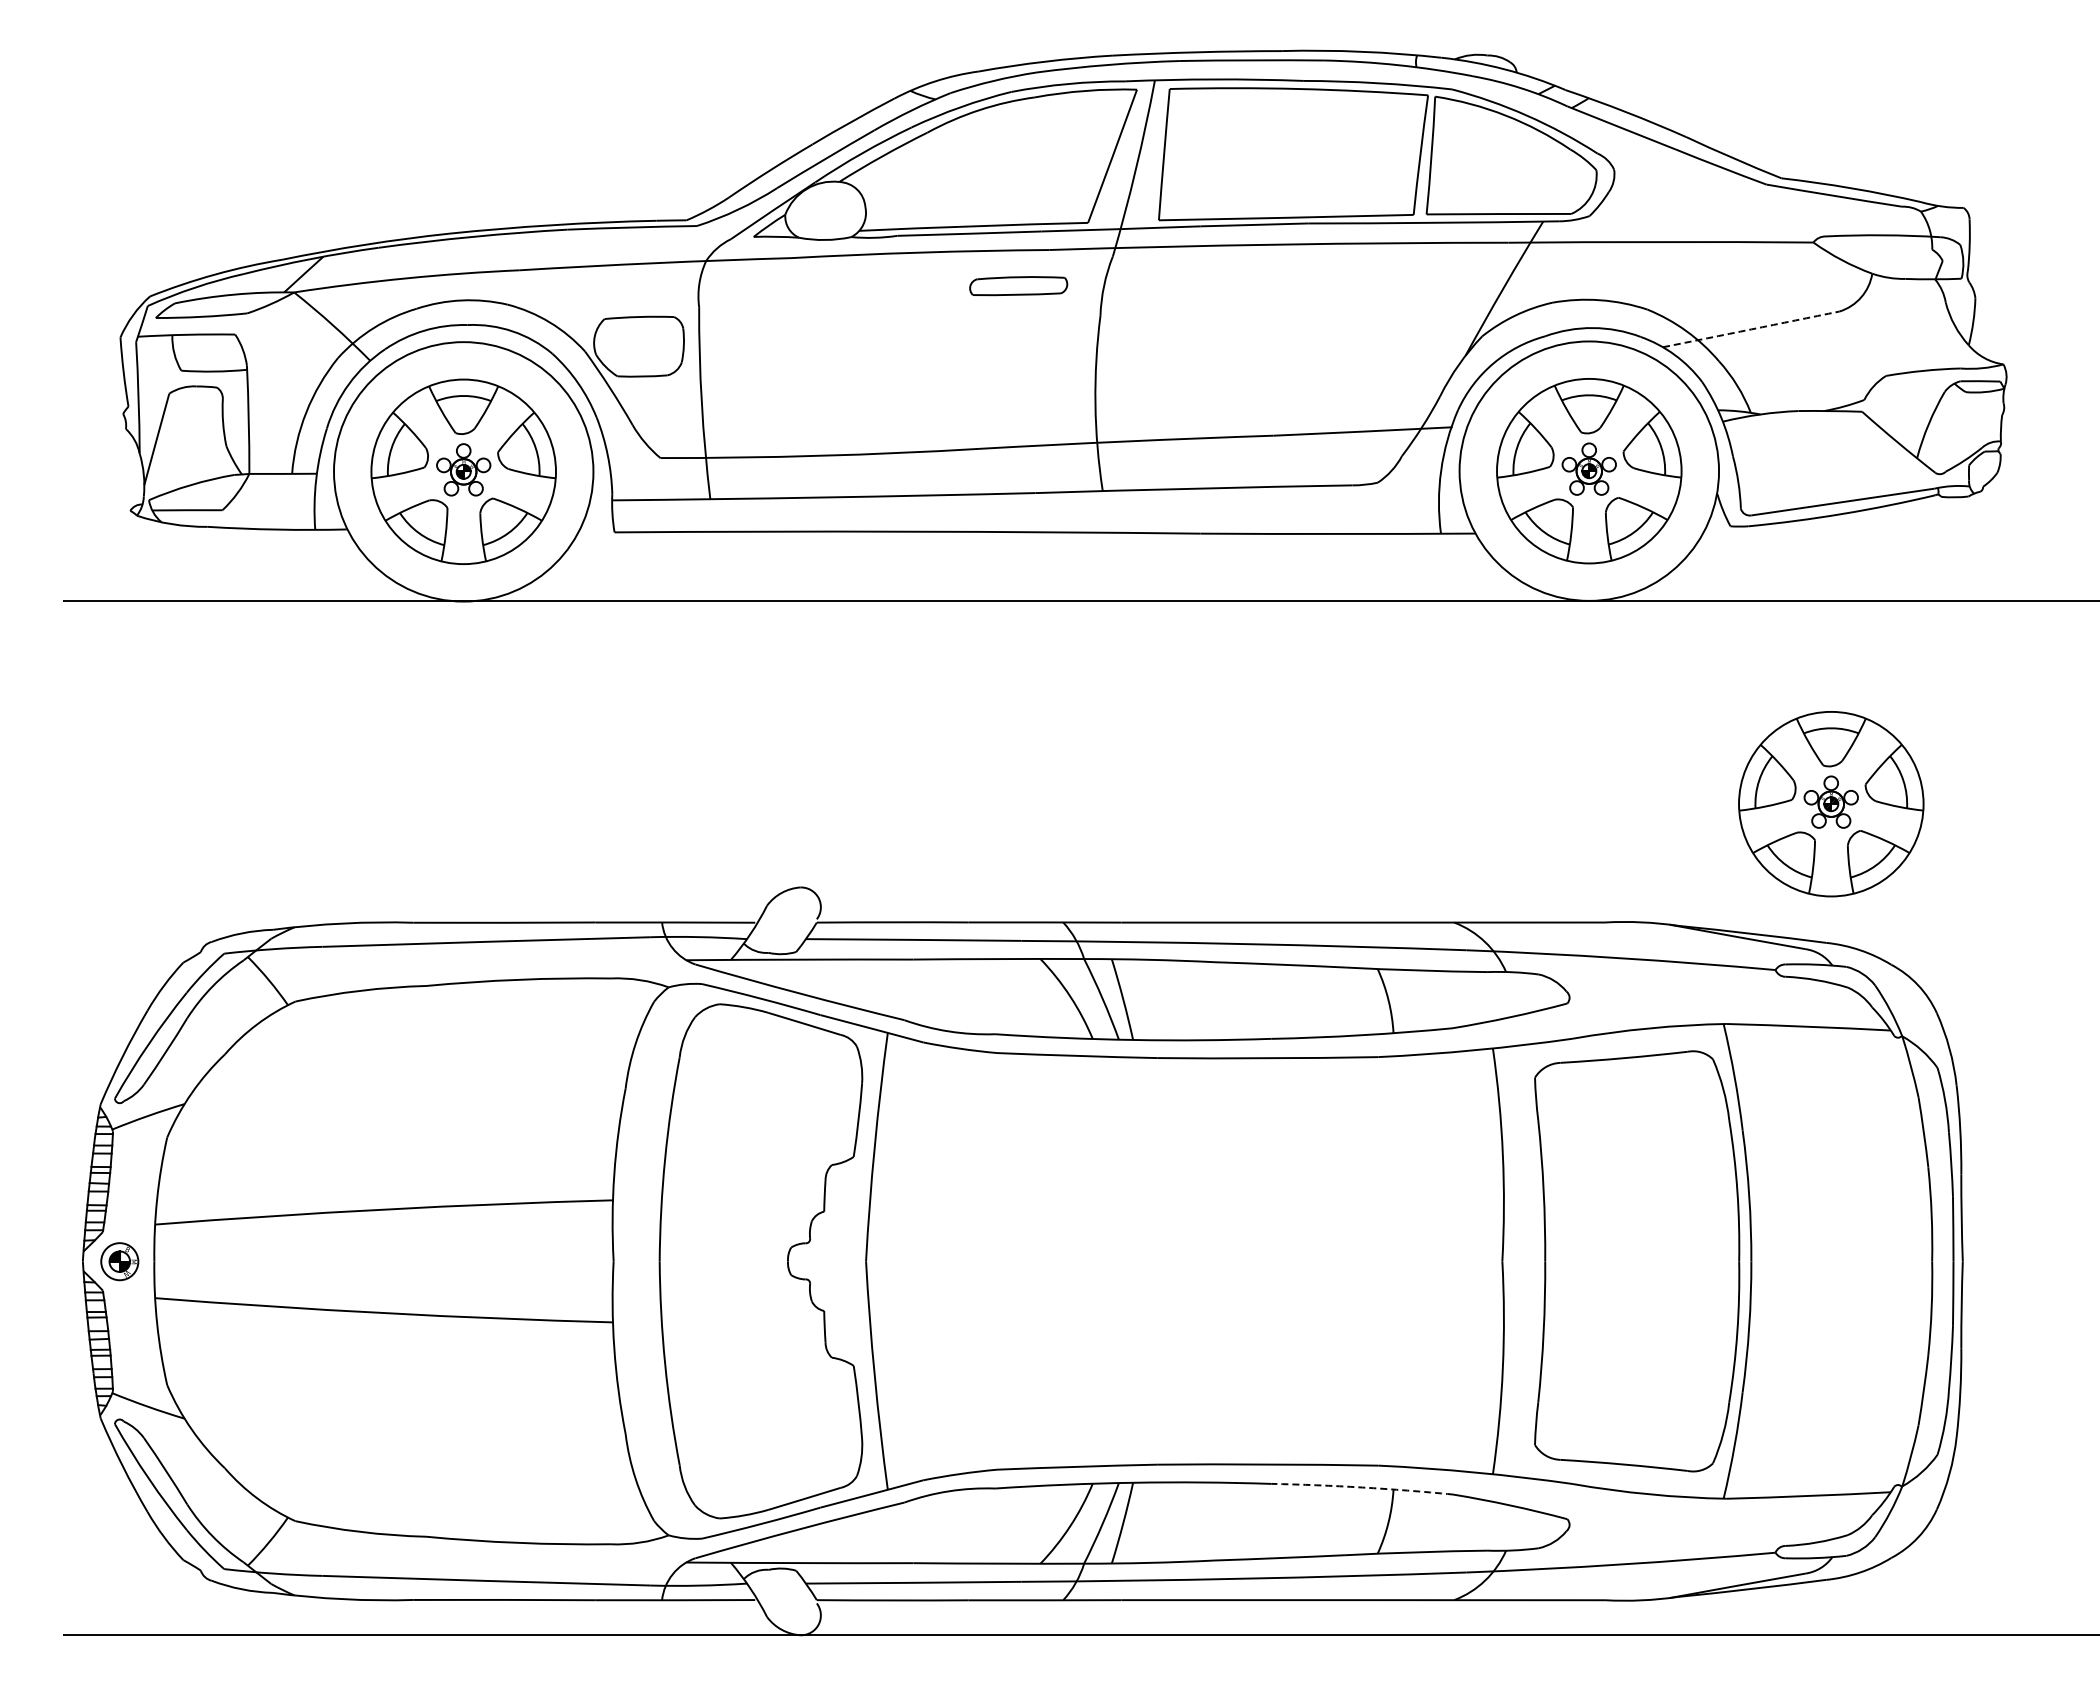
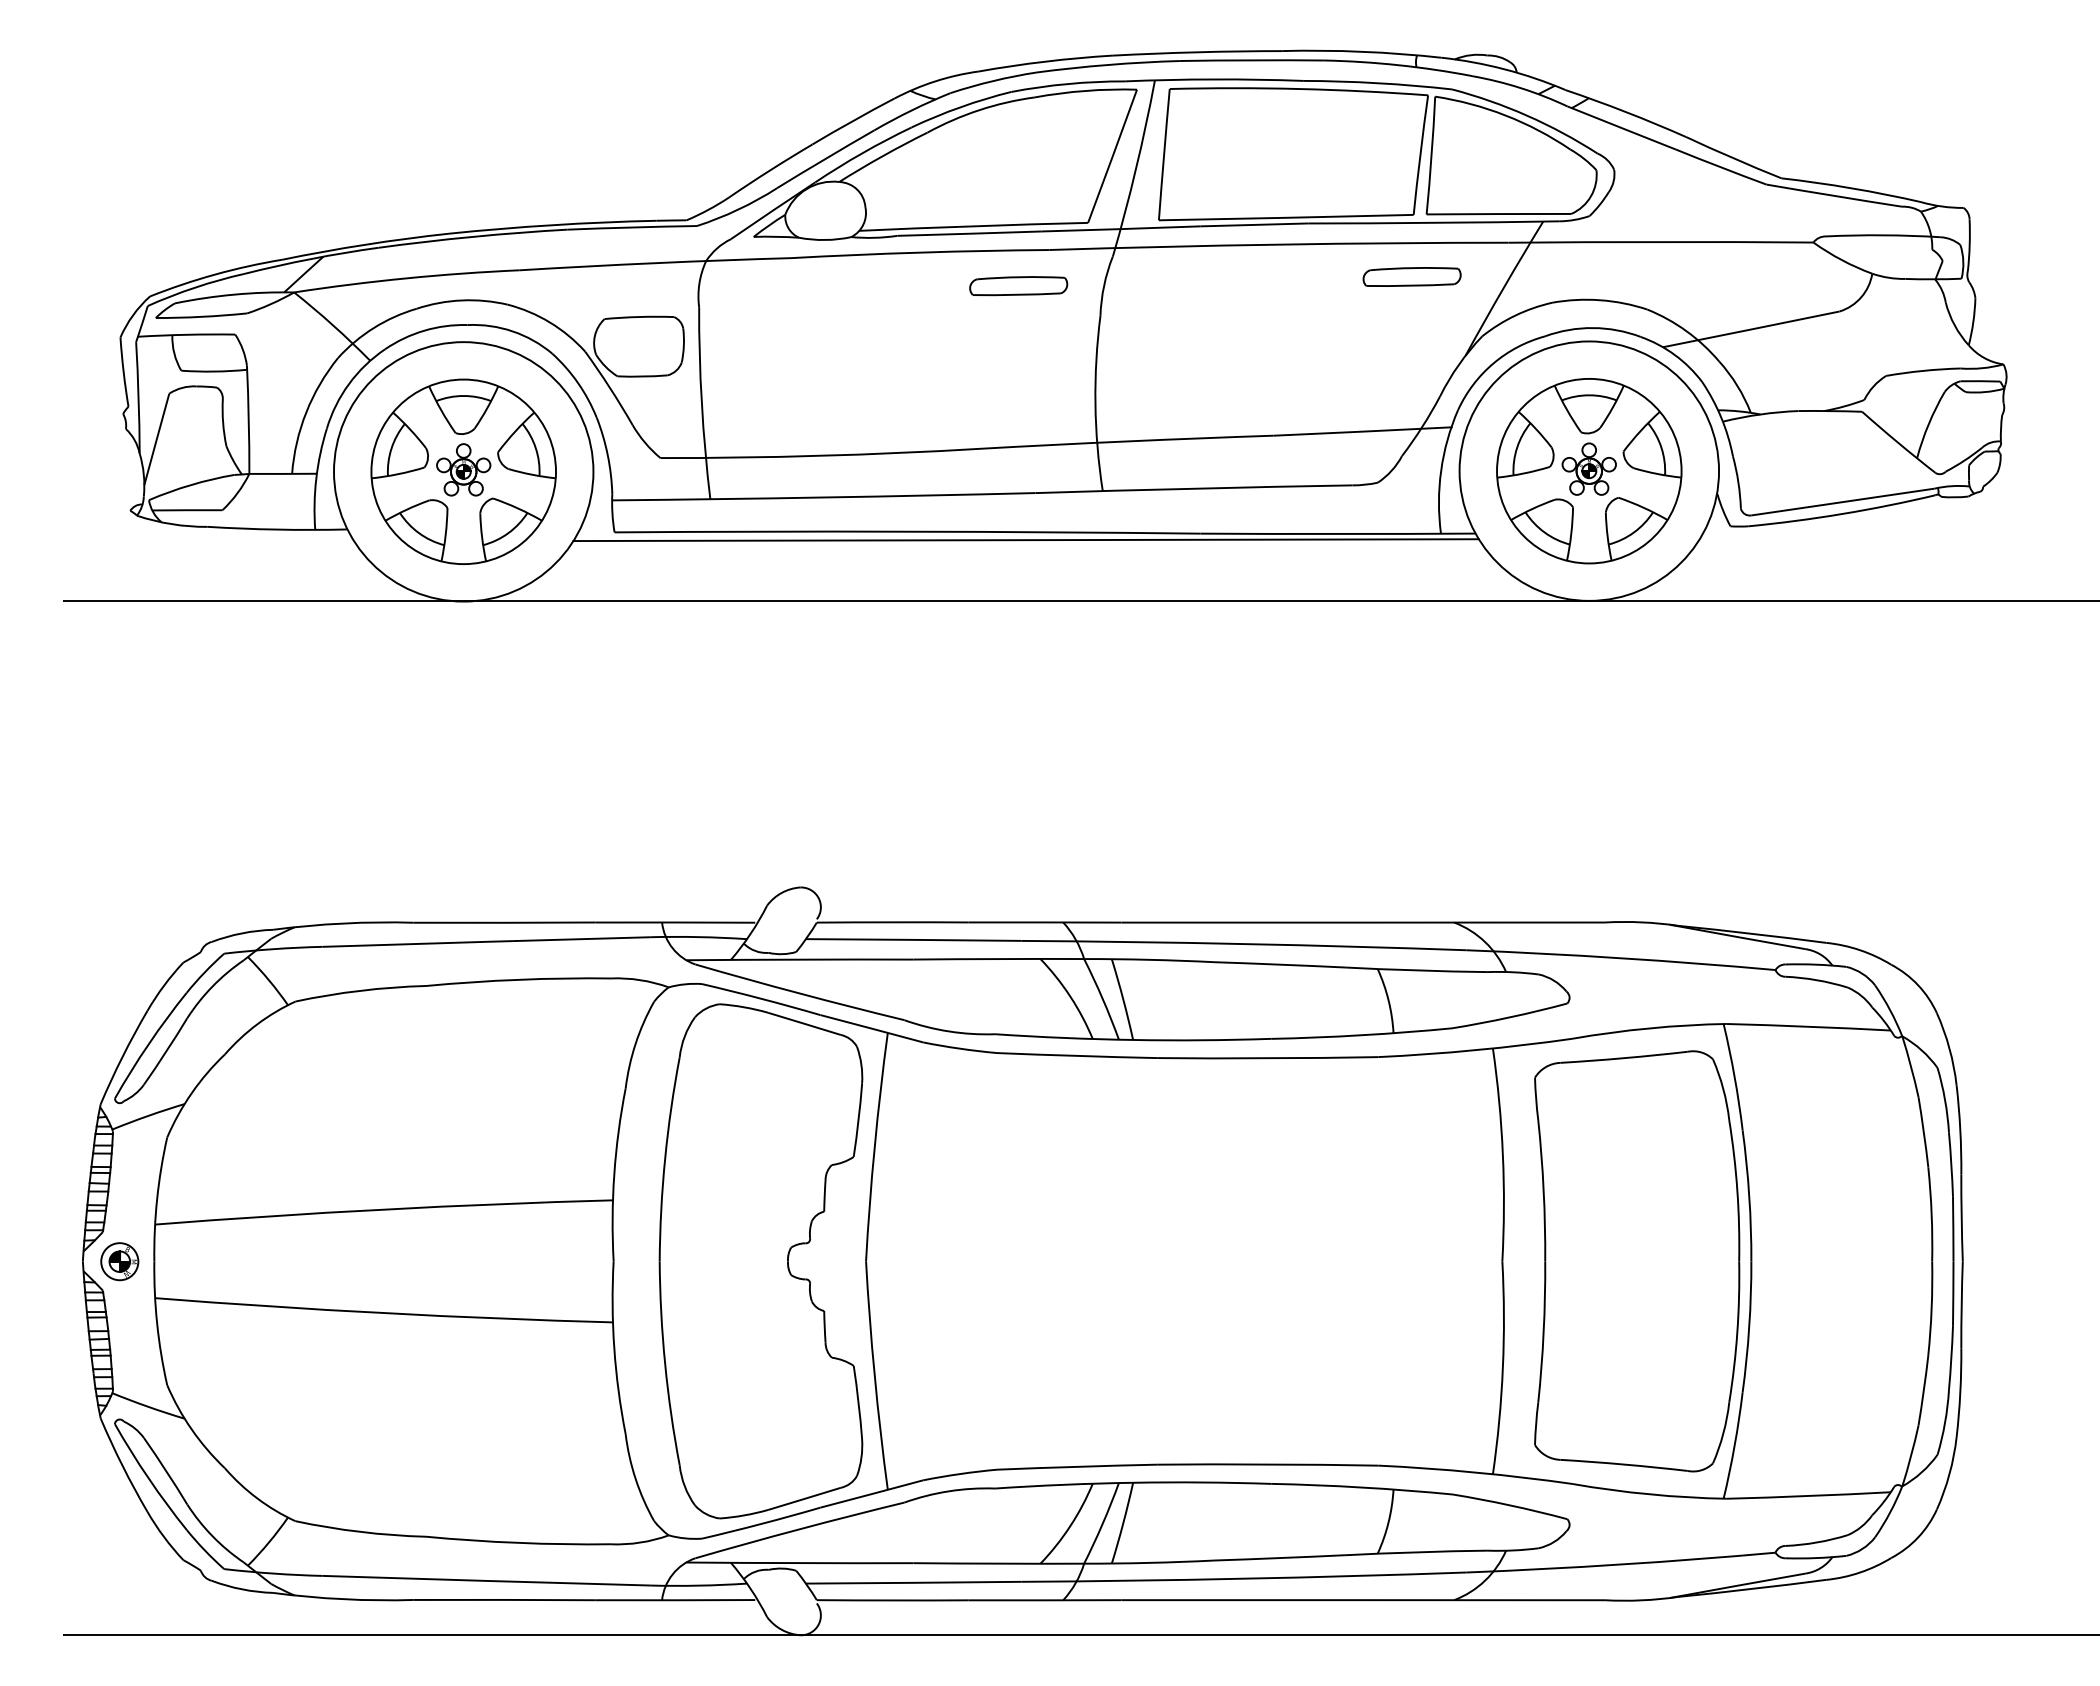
part at (1411, 276): none -> present
arc at (1751, 329): dashed -> solid
line at (1025, 540): none -> present
part at (1831, 804): present -> none
arc at (1362, 1487): dashed -> solid
